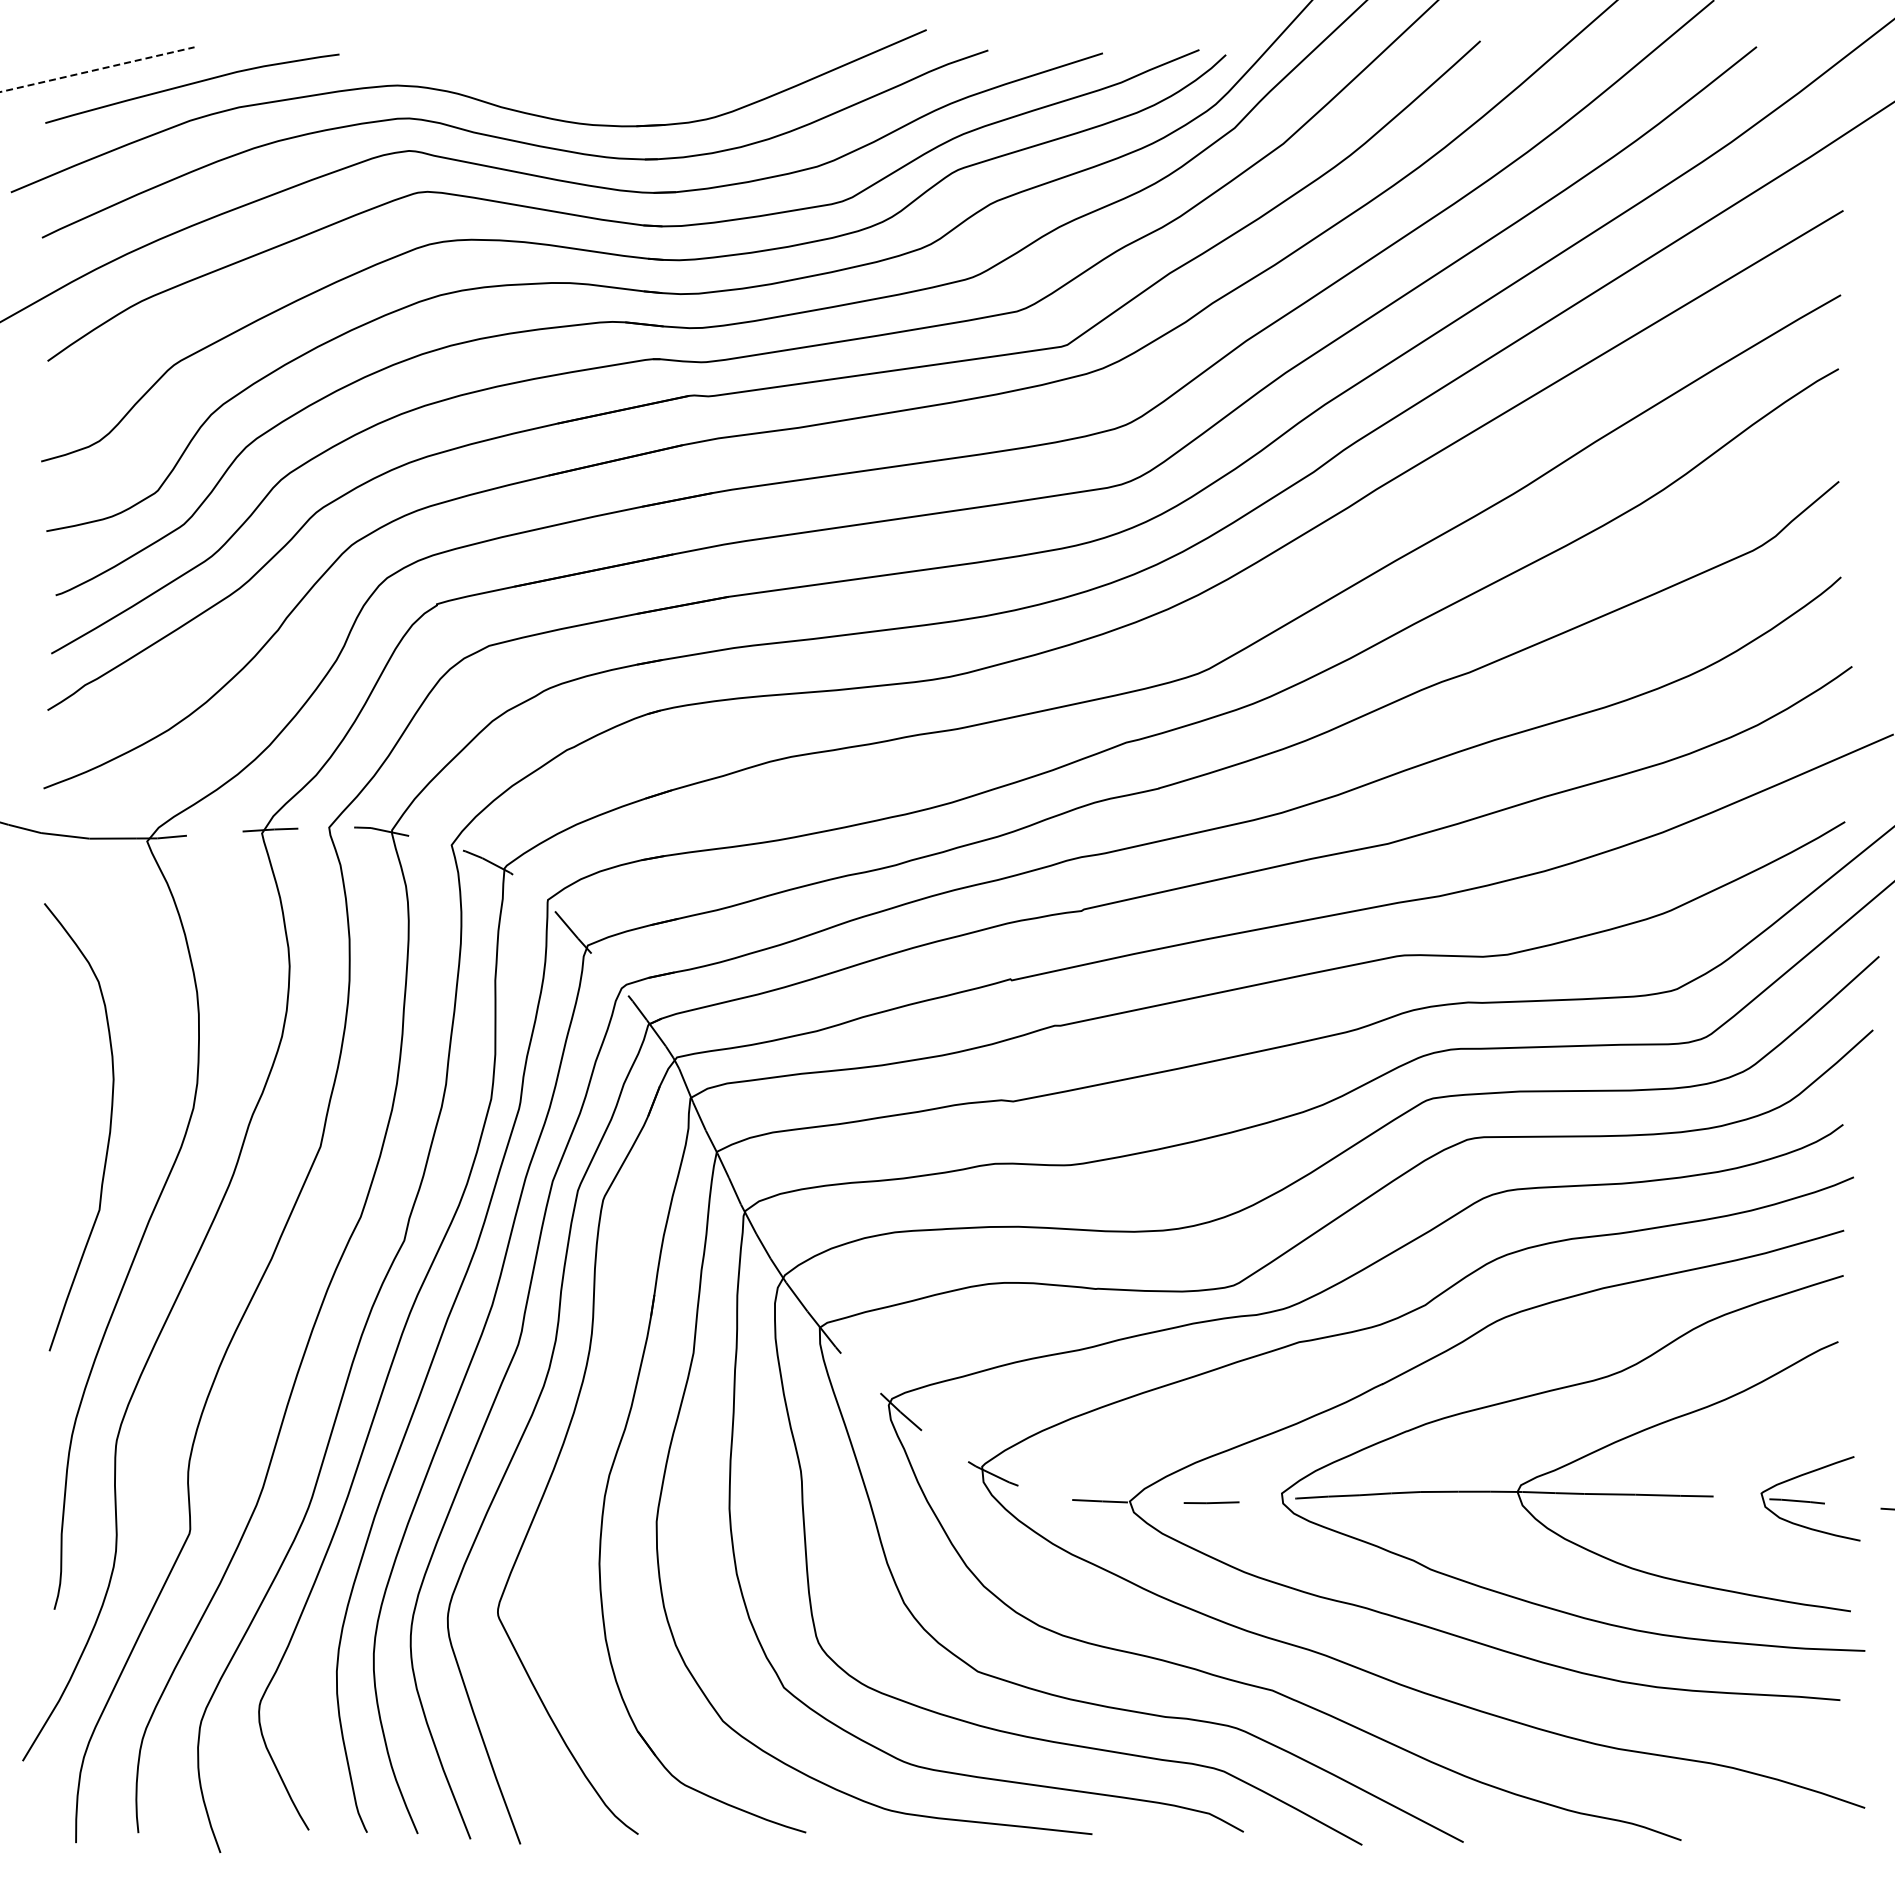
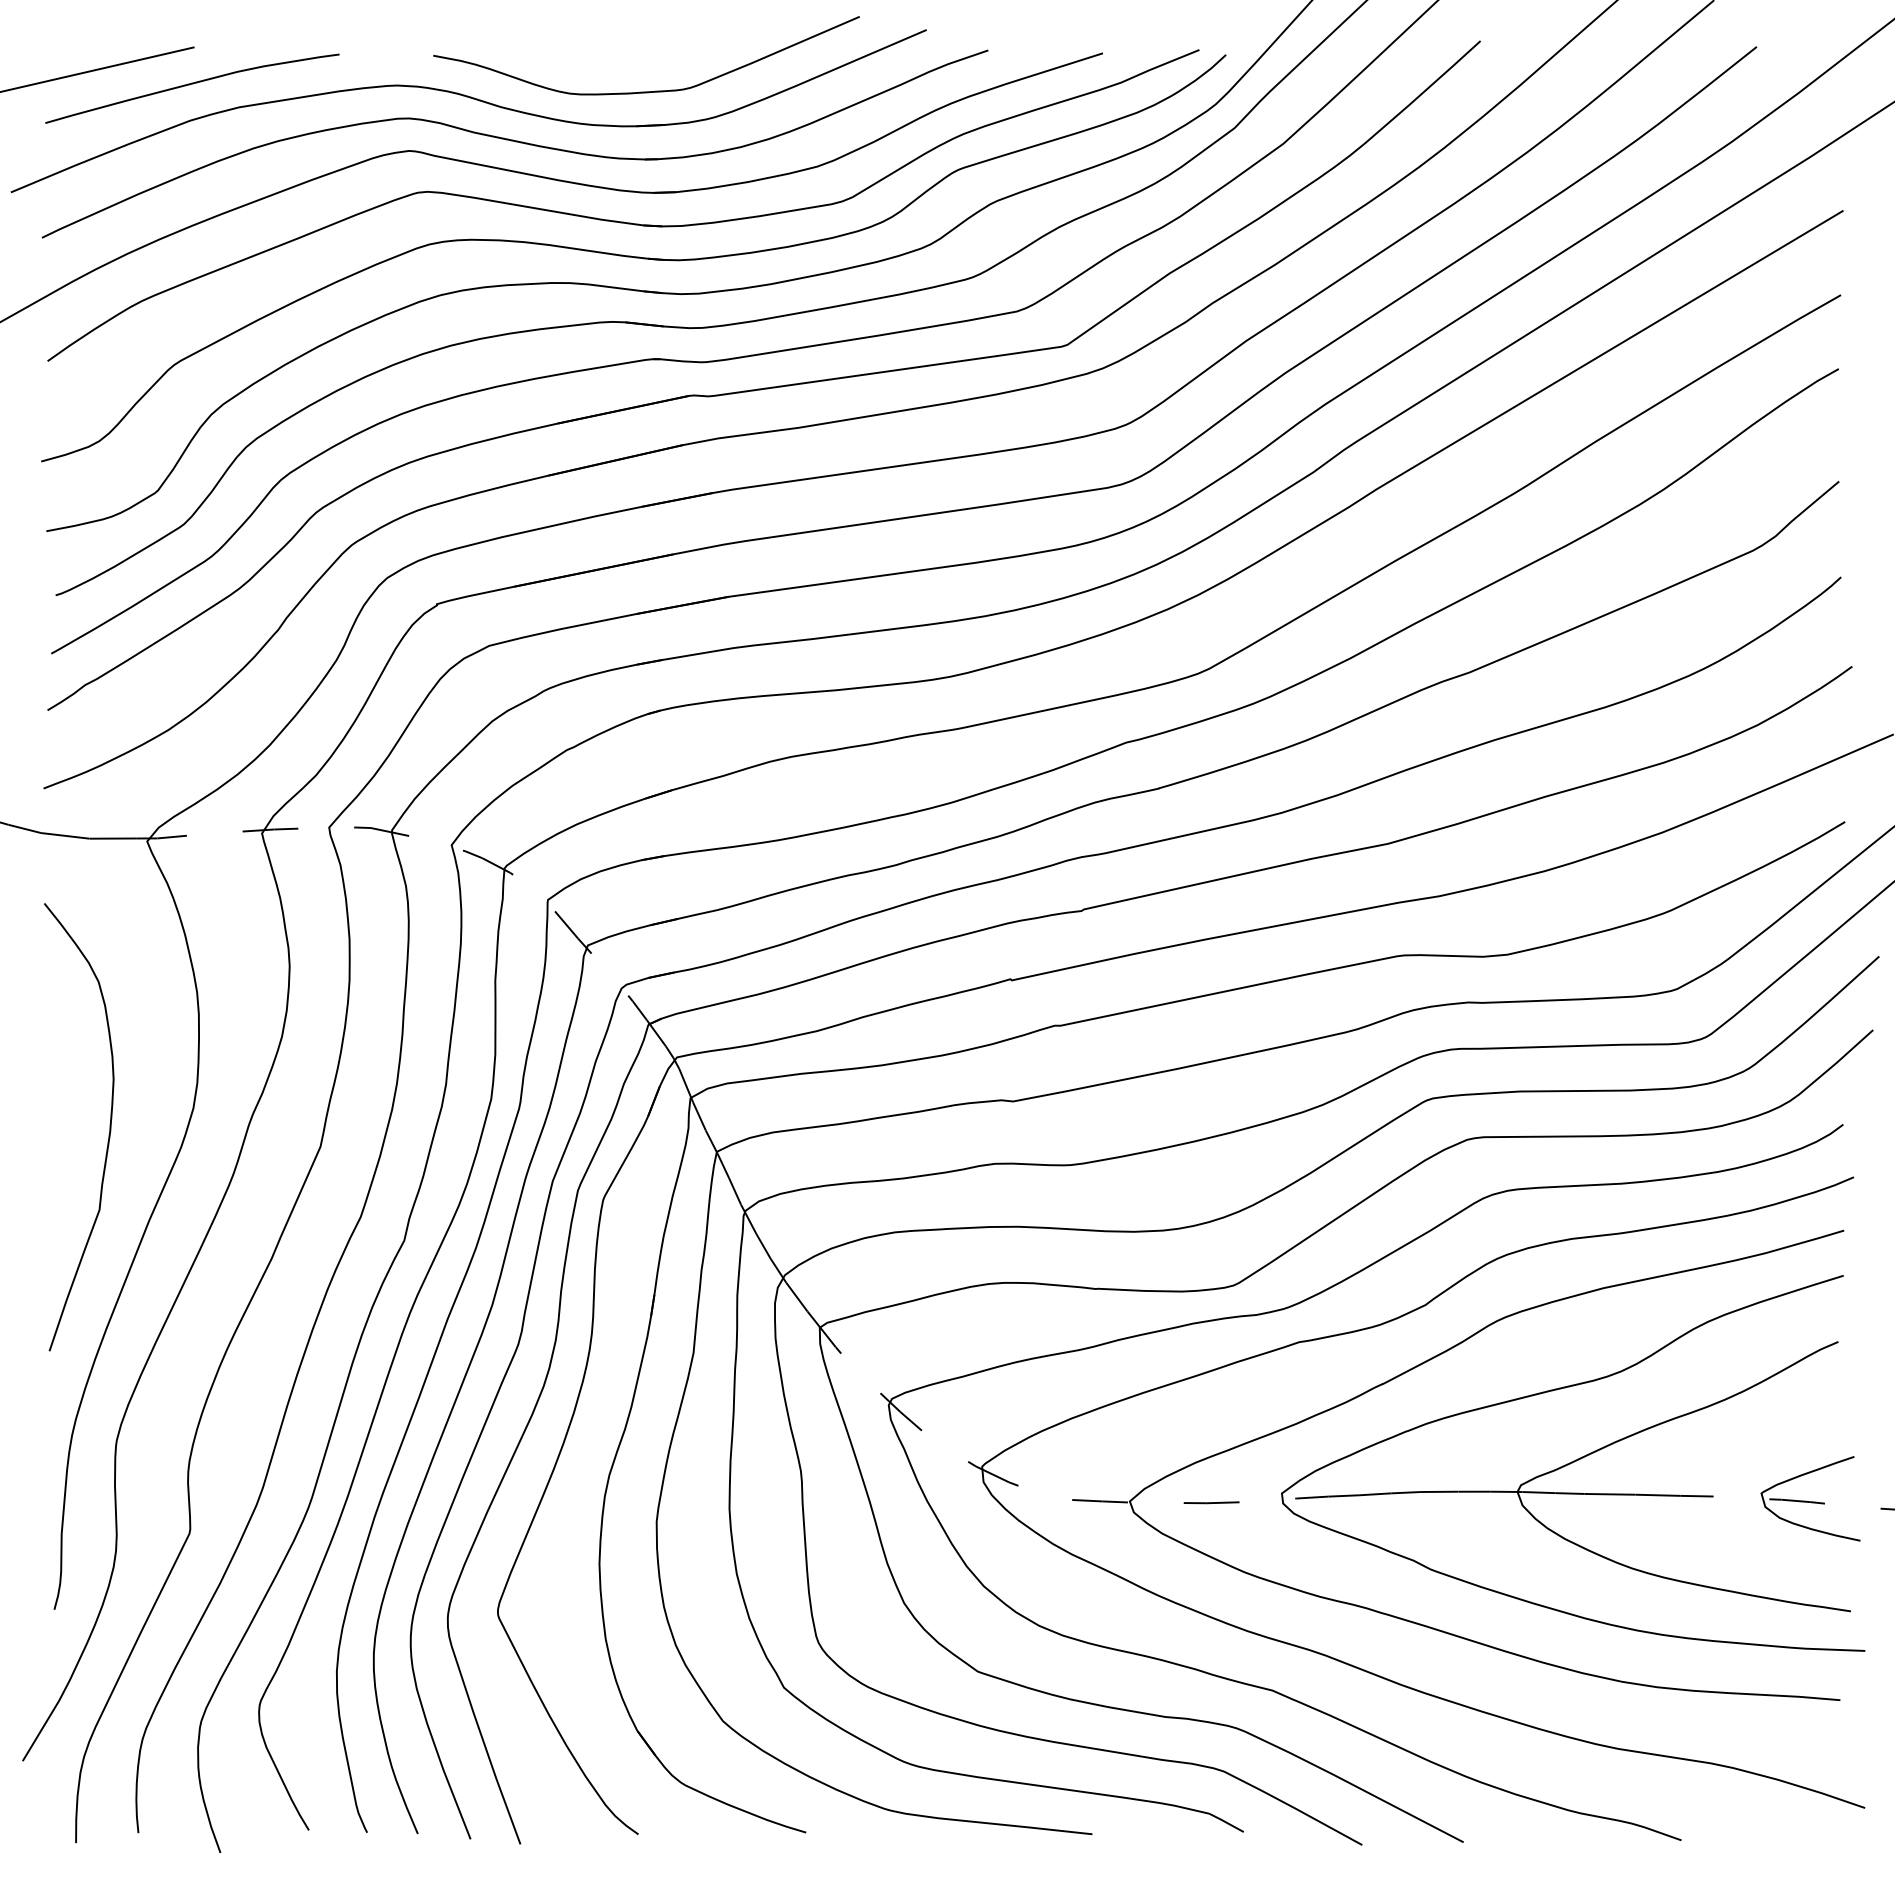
line at (97, 69): dashed -> solid
curve at (646, 91): none -> present
